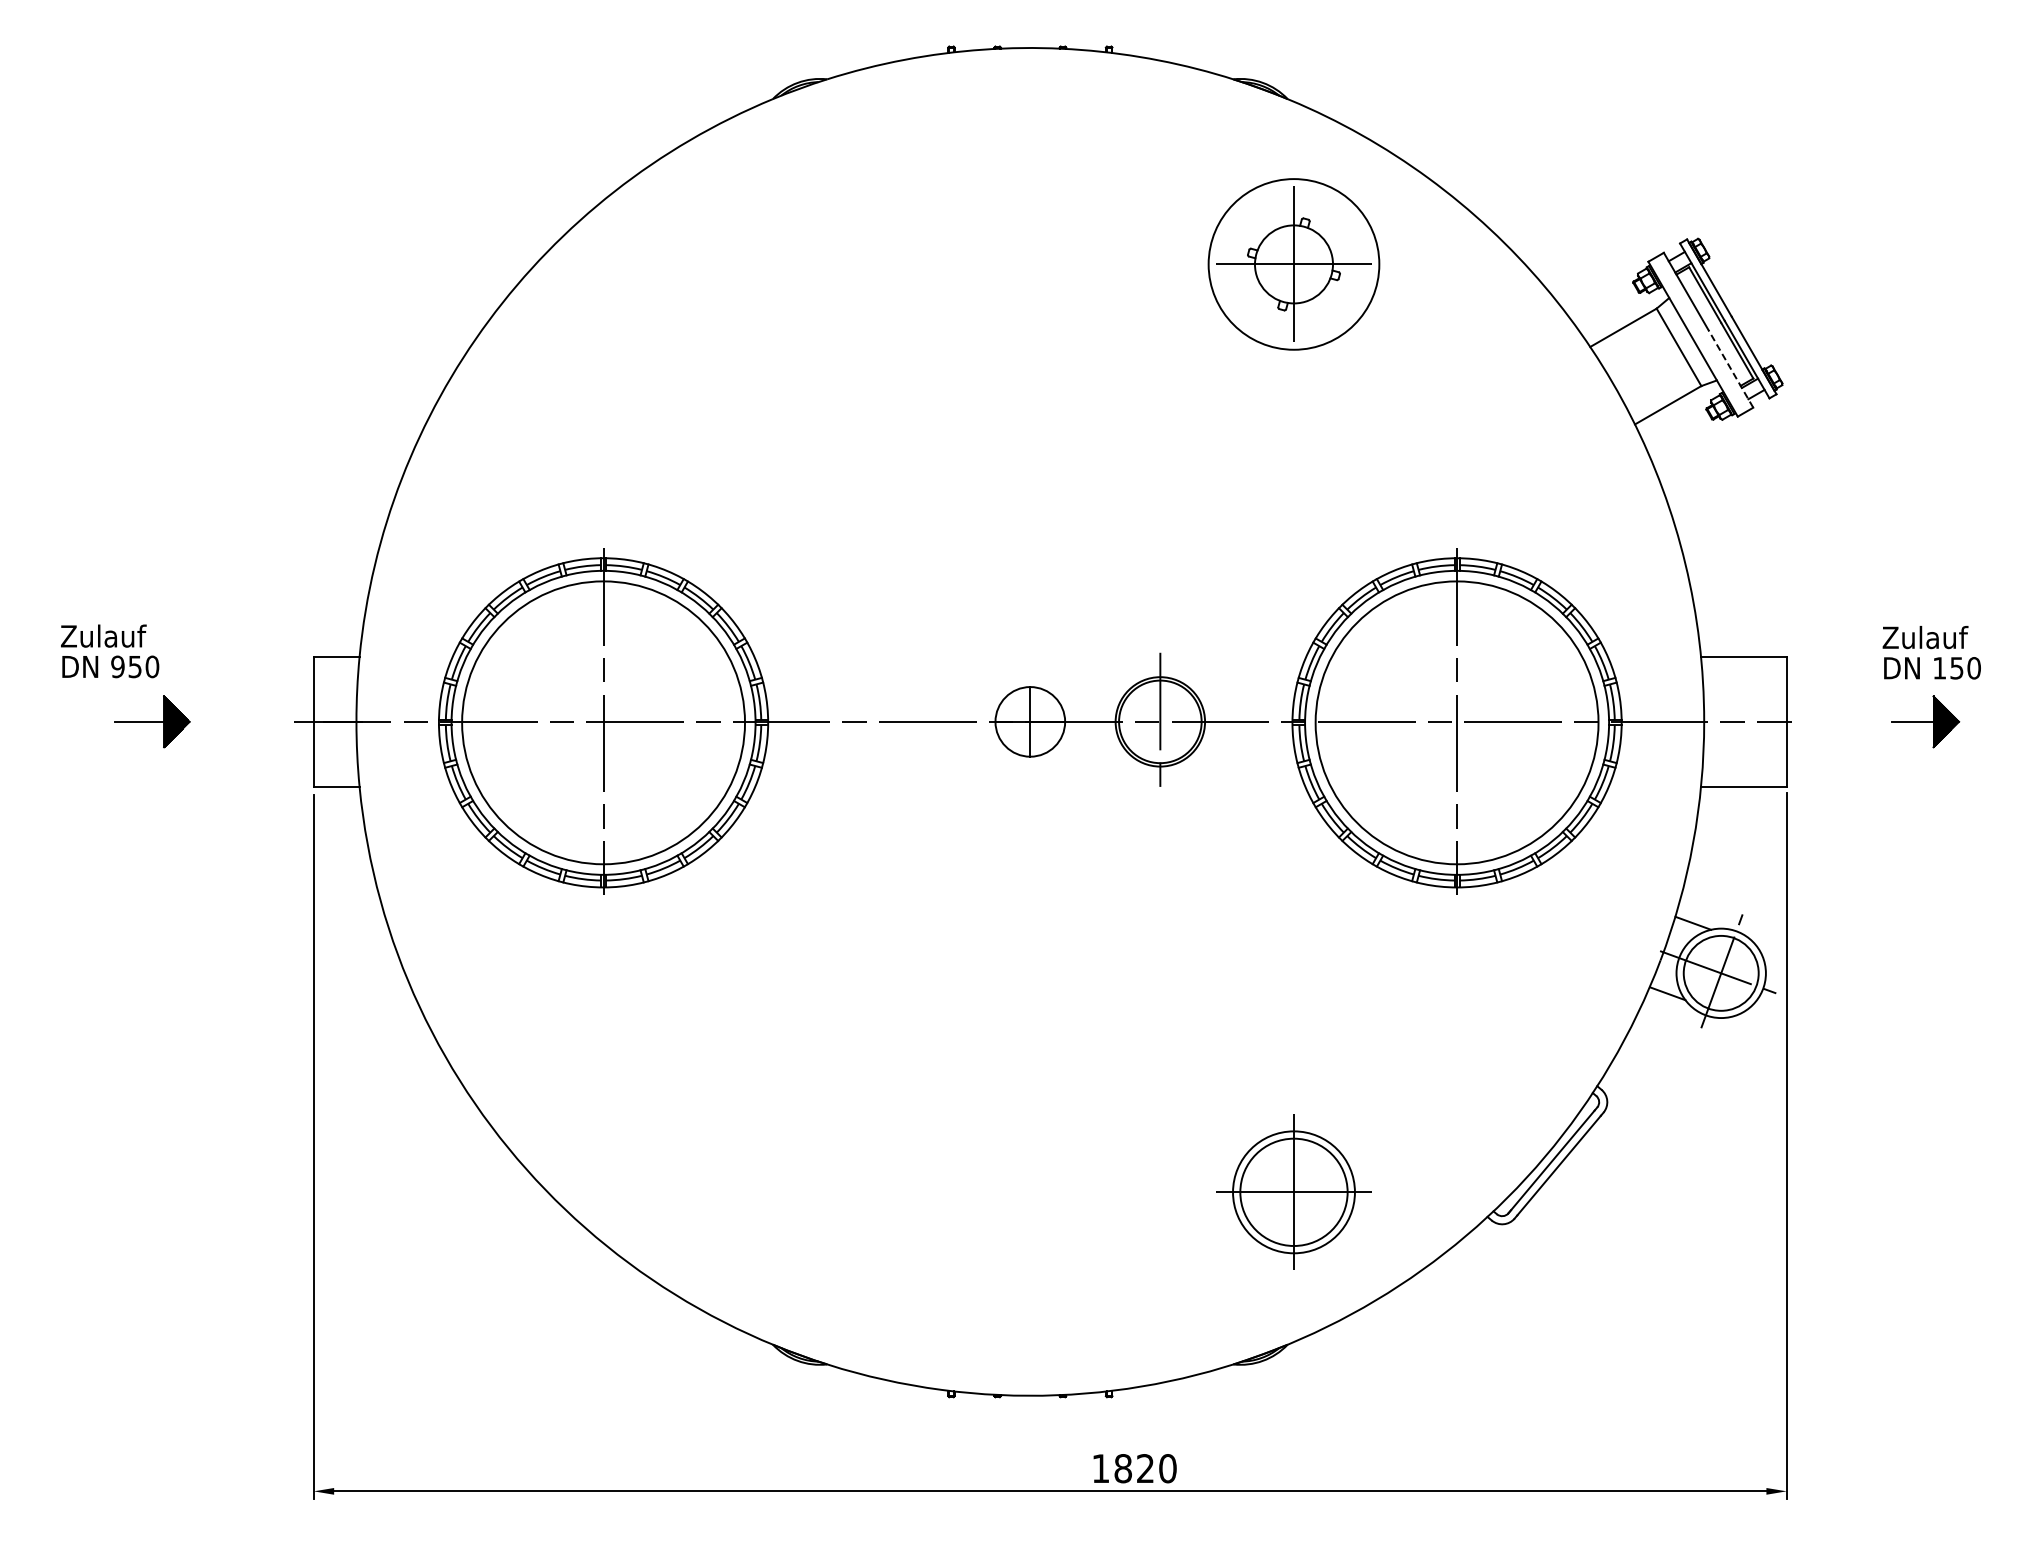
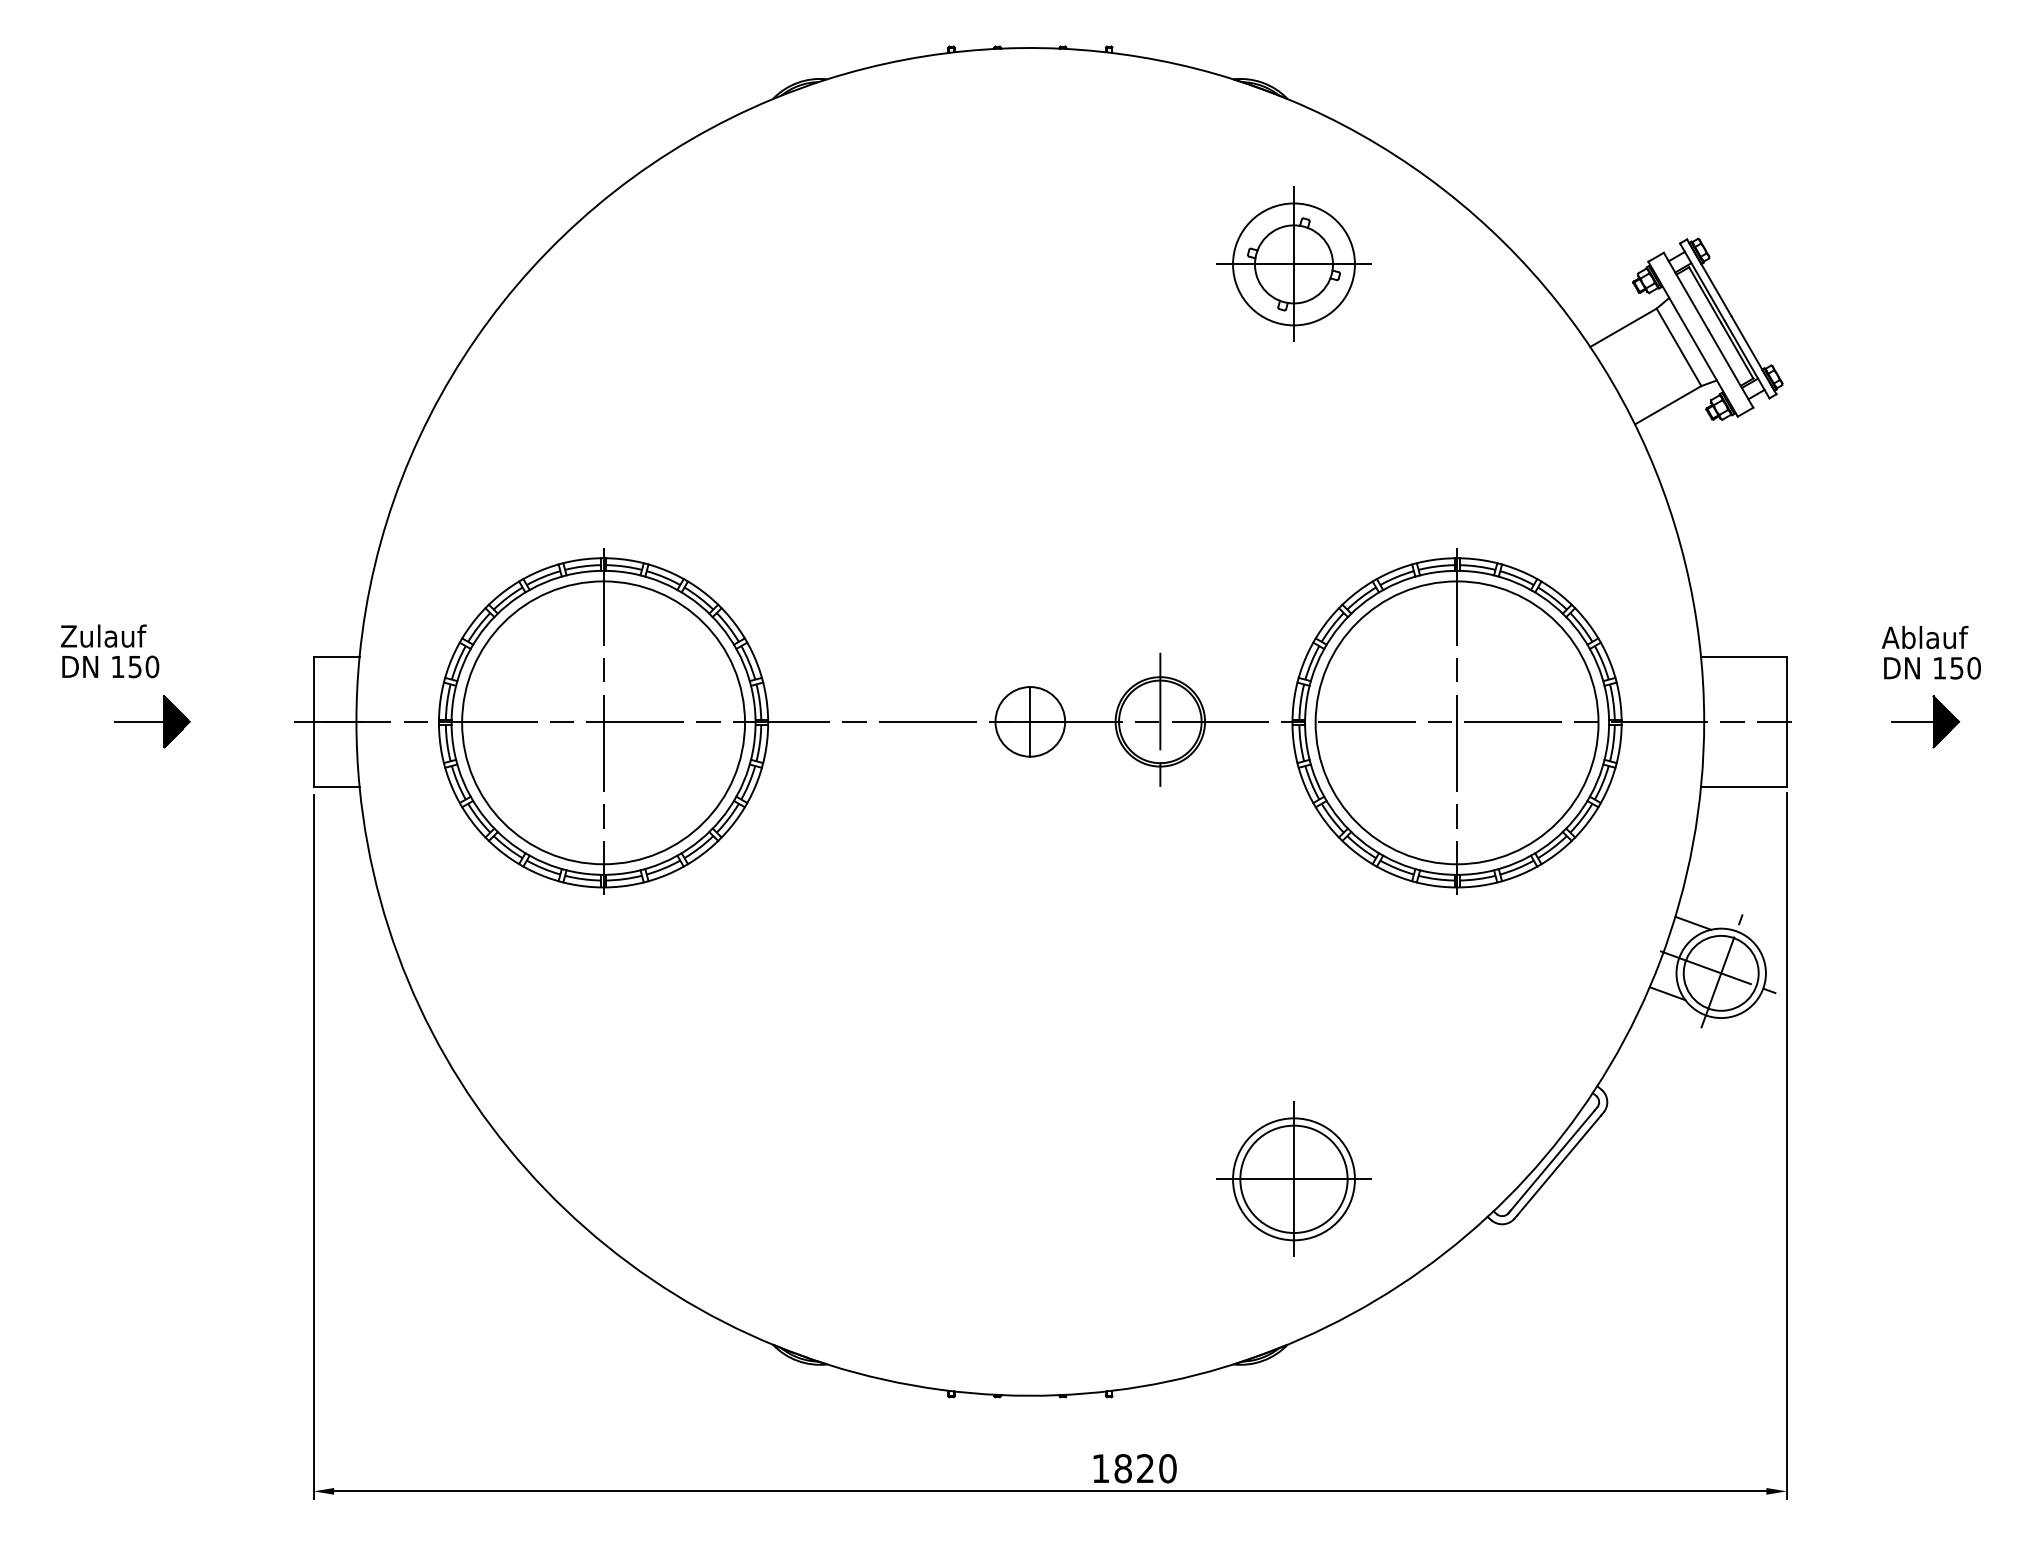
circle at (1293, 264) diameter: 171 px -> 122 px
line at (1730, 368): dashed -> solid
text at (1898, 637): Zulauf -> Ablauf
text at (117, 666): 950 -> 150
part at (1293, 1191) position: (1293, 1191) -> (1293, 1178)
